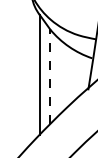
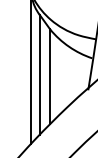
line at (31, 72): none -> present
line at (50, 76): dashed -> solid
